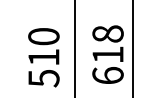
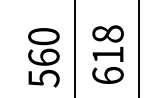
line at (132, 48) position: (132, 48) -> (138, 48)
text at (43, 56): 510 -> 560
